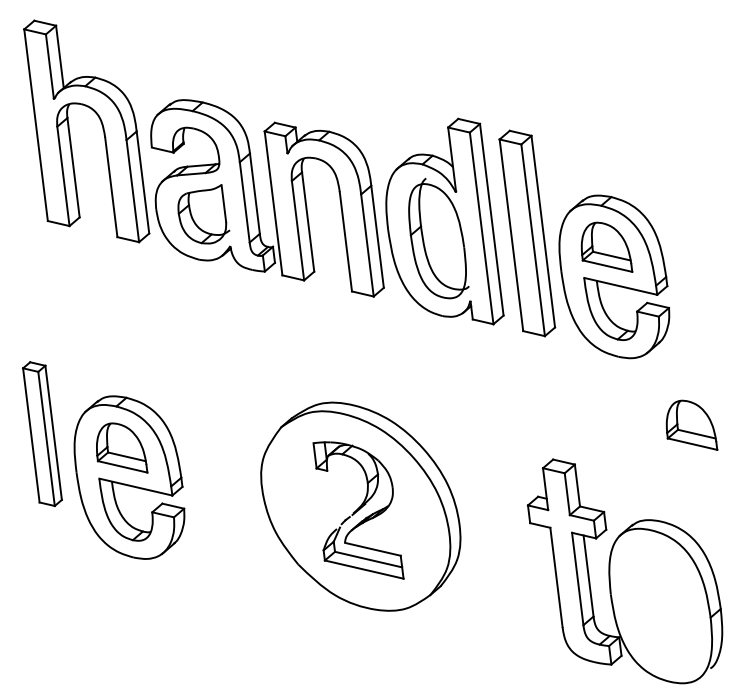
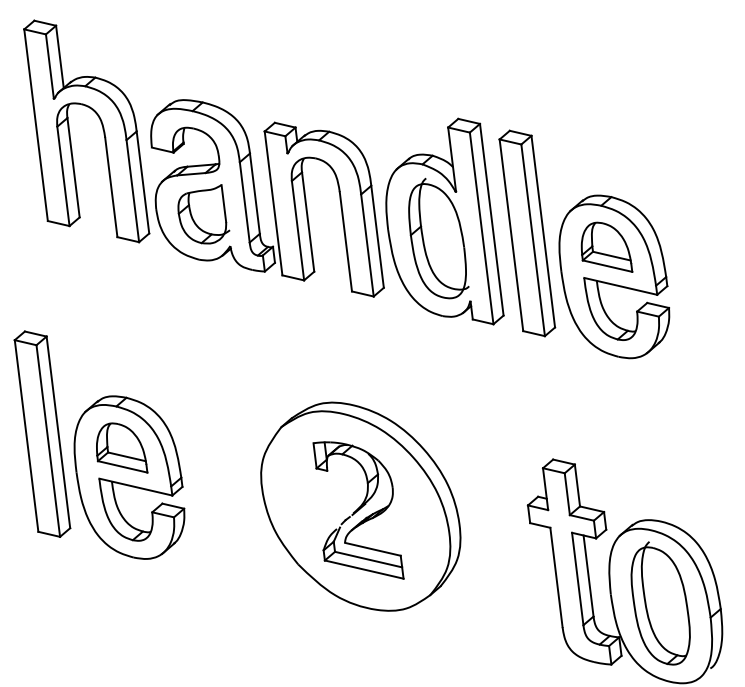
part at (691, 424): present -> none
part at (42, 434) size: 41x147 px -> 59x208 px
part at (660, 603): none -> present
